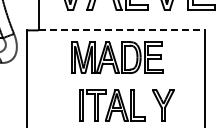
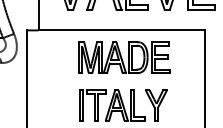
line at (122, 30): dashed -> solid
part at (117, 57) position: (117, 57) -> (124, 57)
part at (163, 105) position: (163, 105) -> (156, 105)
